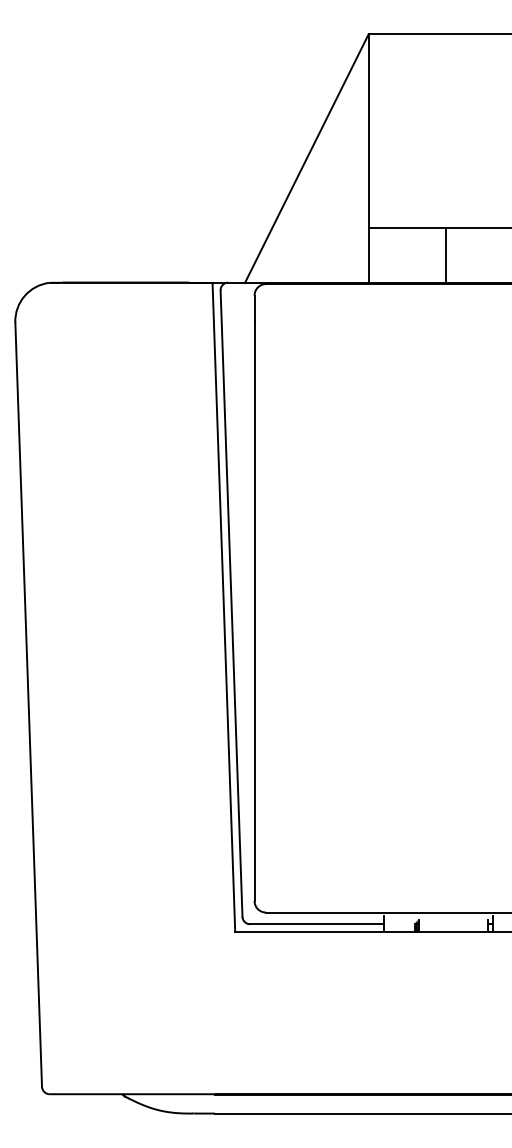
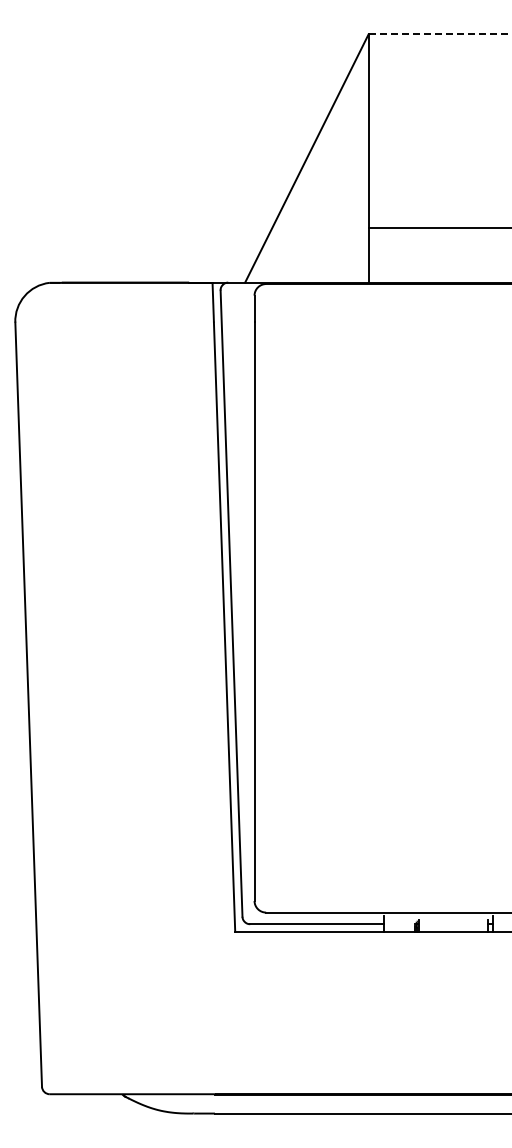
line at (440, 34): solid -> dashed
line at (445, 254): present -> none
